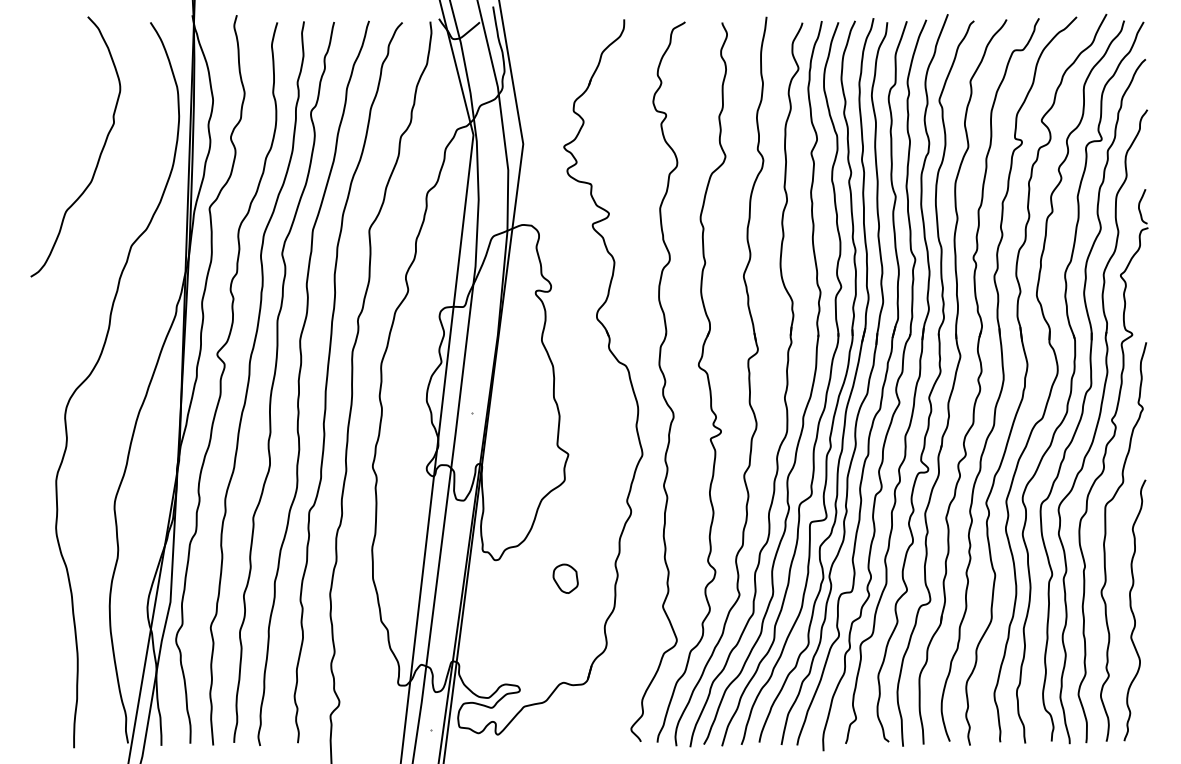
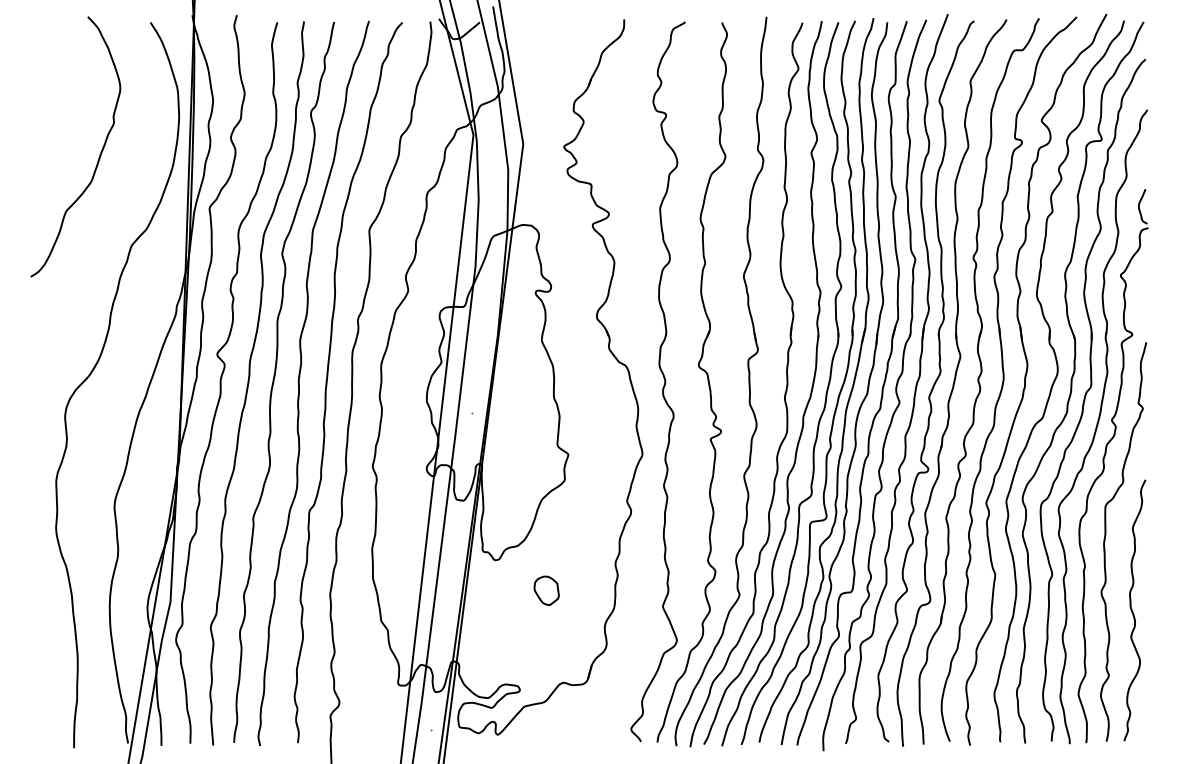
part at (565, 578) position: (565, 578) -> (546, 590)
